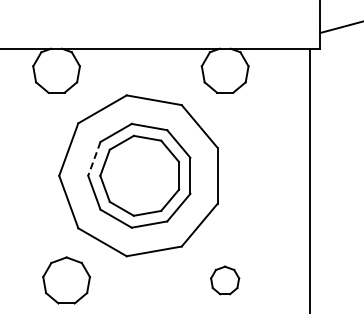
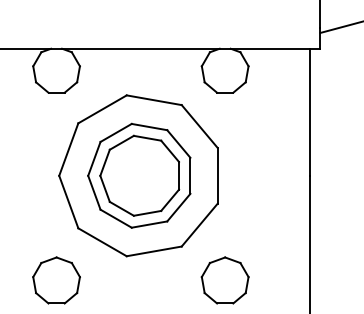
line at (94, 159): dashed -> solid
part at (66, 280) position: (66, 280) -> (56, 280)
part at (225, 280) size: 31x31 px -> 50x49 px
